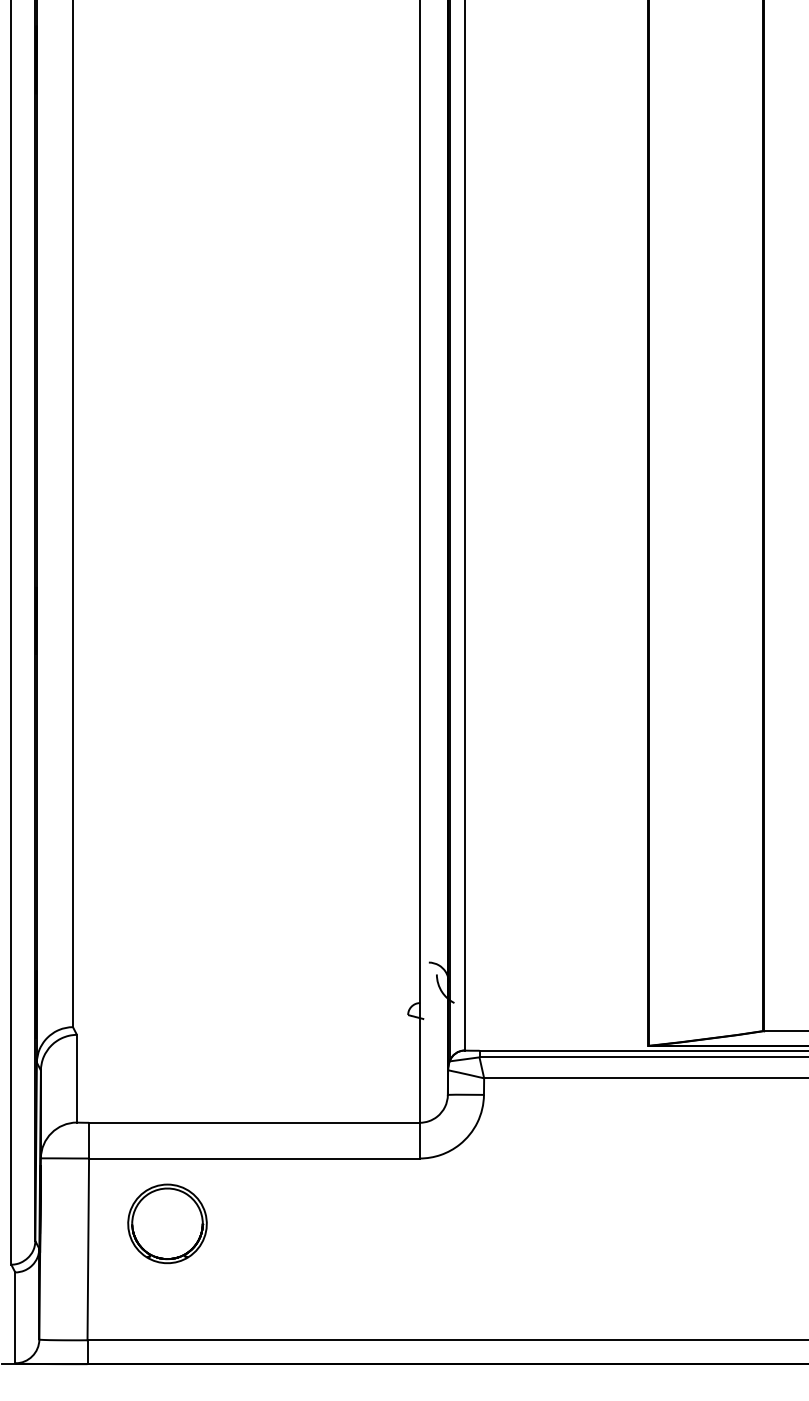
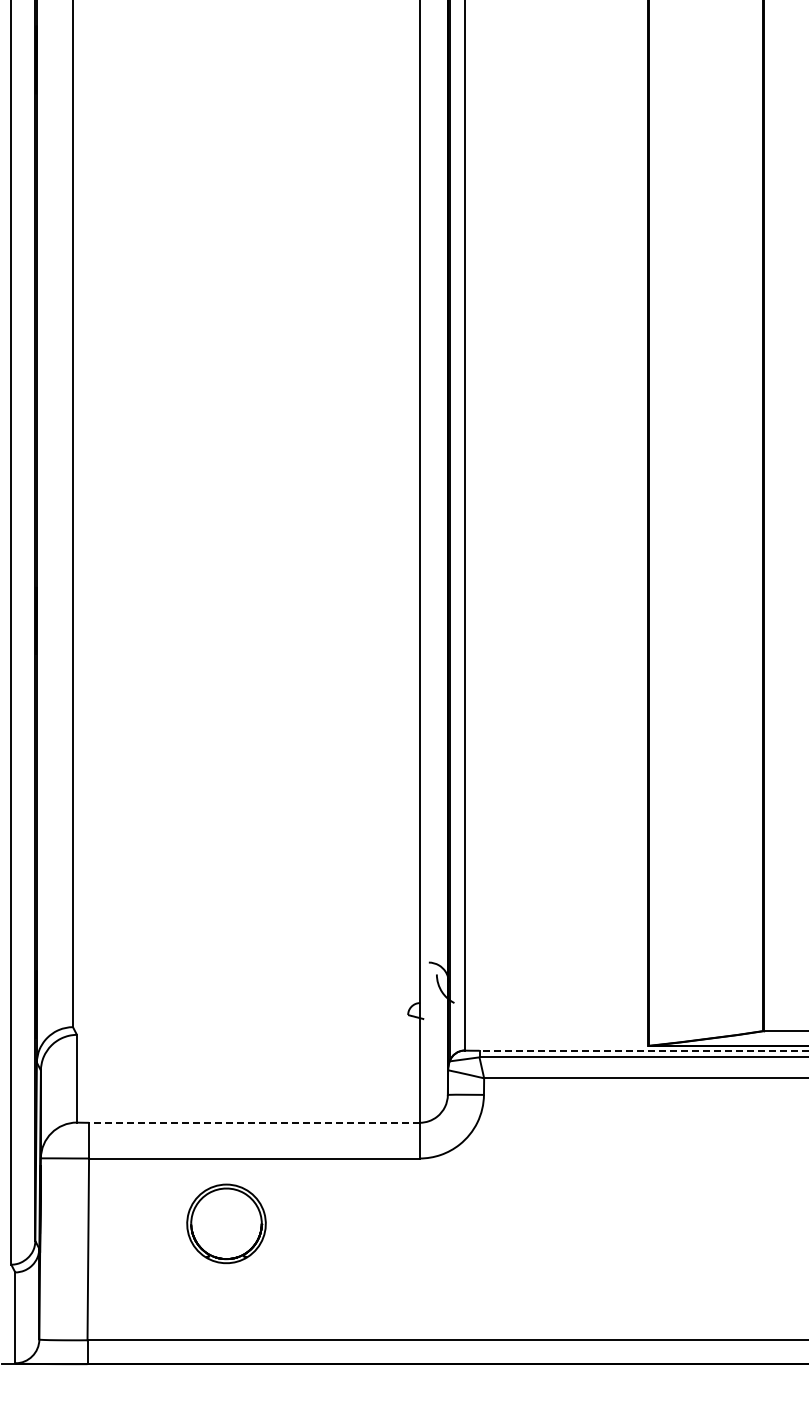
line at (643, 1050): solid -> dashed
line at (253, 1122): solid -> dashed
part at (167, 1223) position: (167, 1223) -> (226, 1223)
